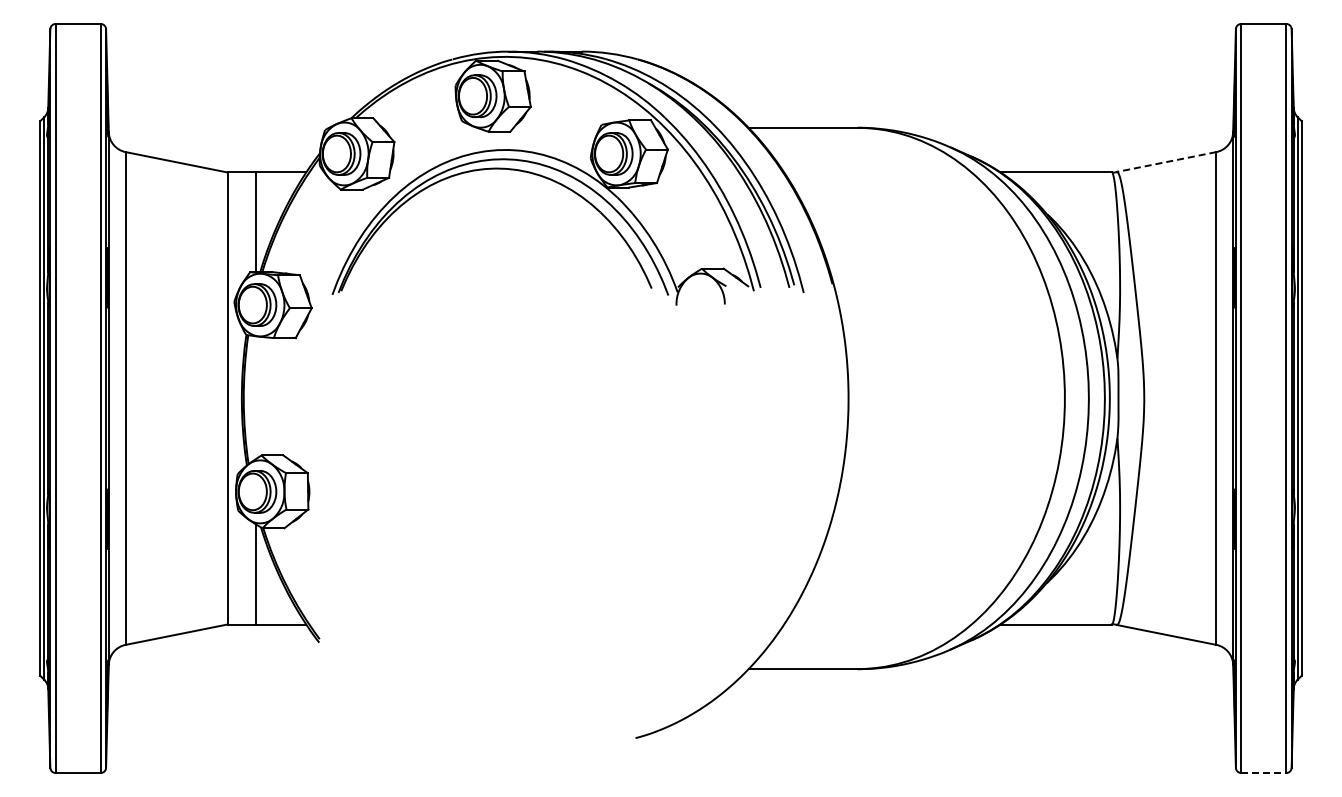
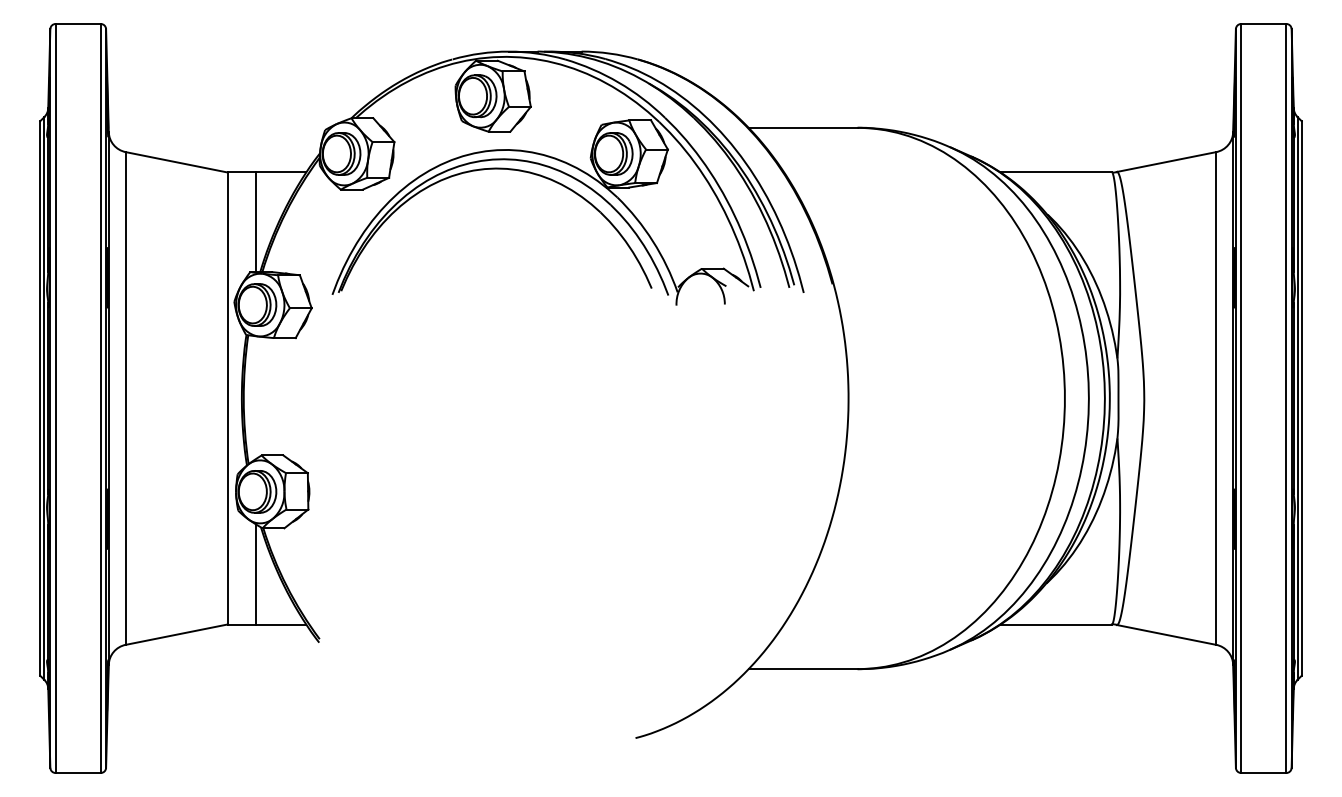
line at (1166, 162): dashed -> solid
line at (1263, 773): dashed -> solid
